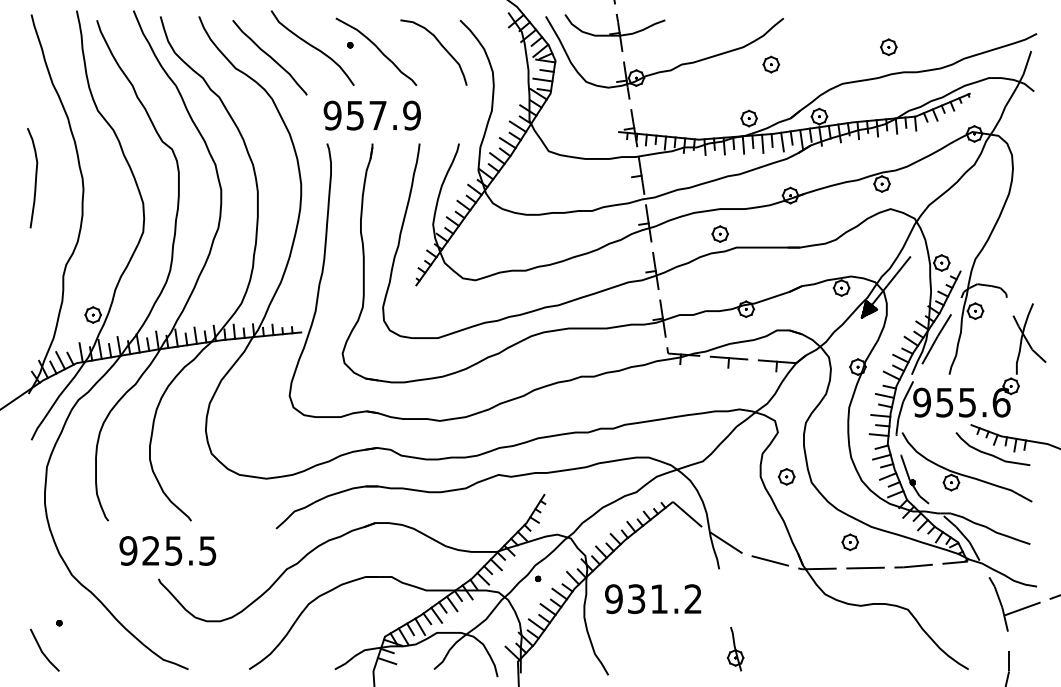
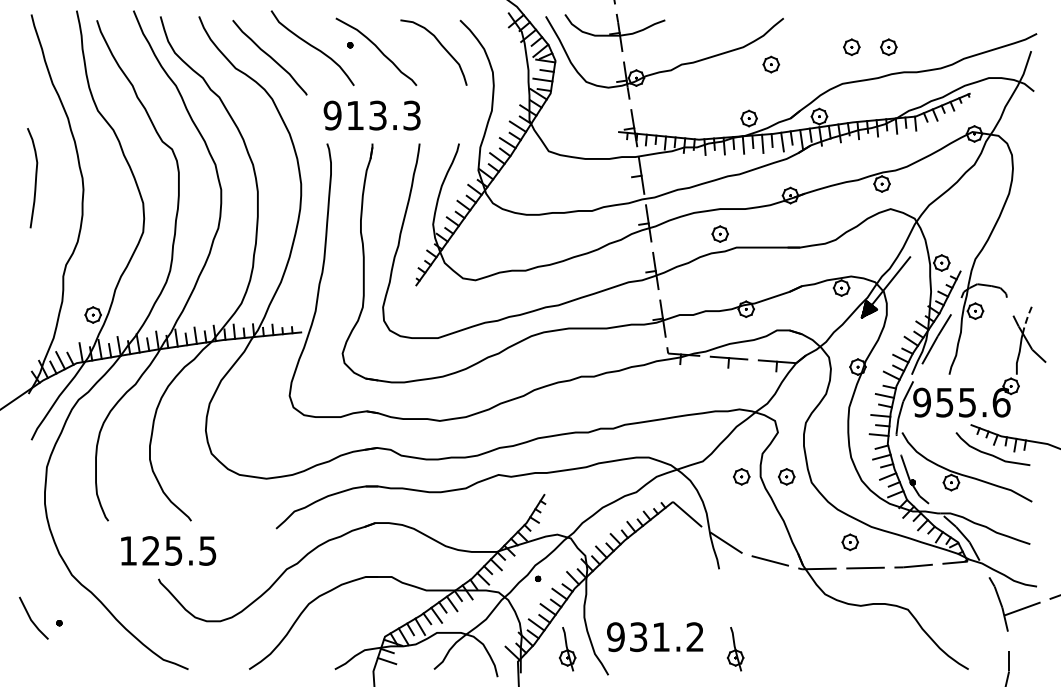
part at (851, 46): none -> present
text at (383, 115): 957.9 -> 913.3
line at (1027, 318): solid -> dashed
part at (741, 476): none -> present
text at (128, 550): 925.5 -> 125.5
text at (653, 599) position: (653, 599) -> (655, 637)
part at (567, 649): none -> present
line at (42, 650) position: (42, 650) -> (31, 618)
